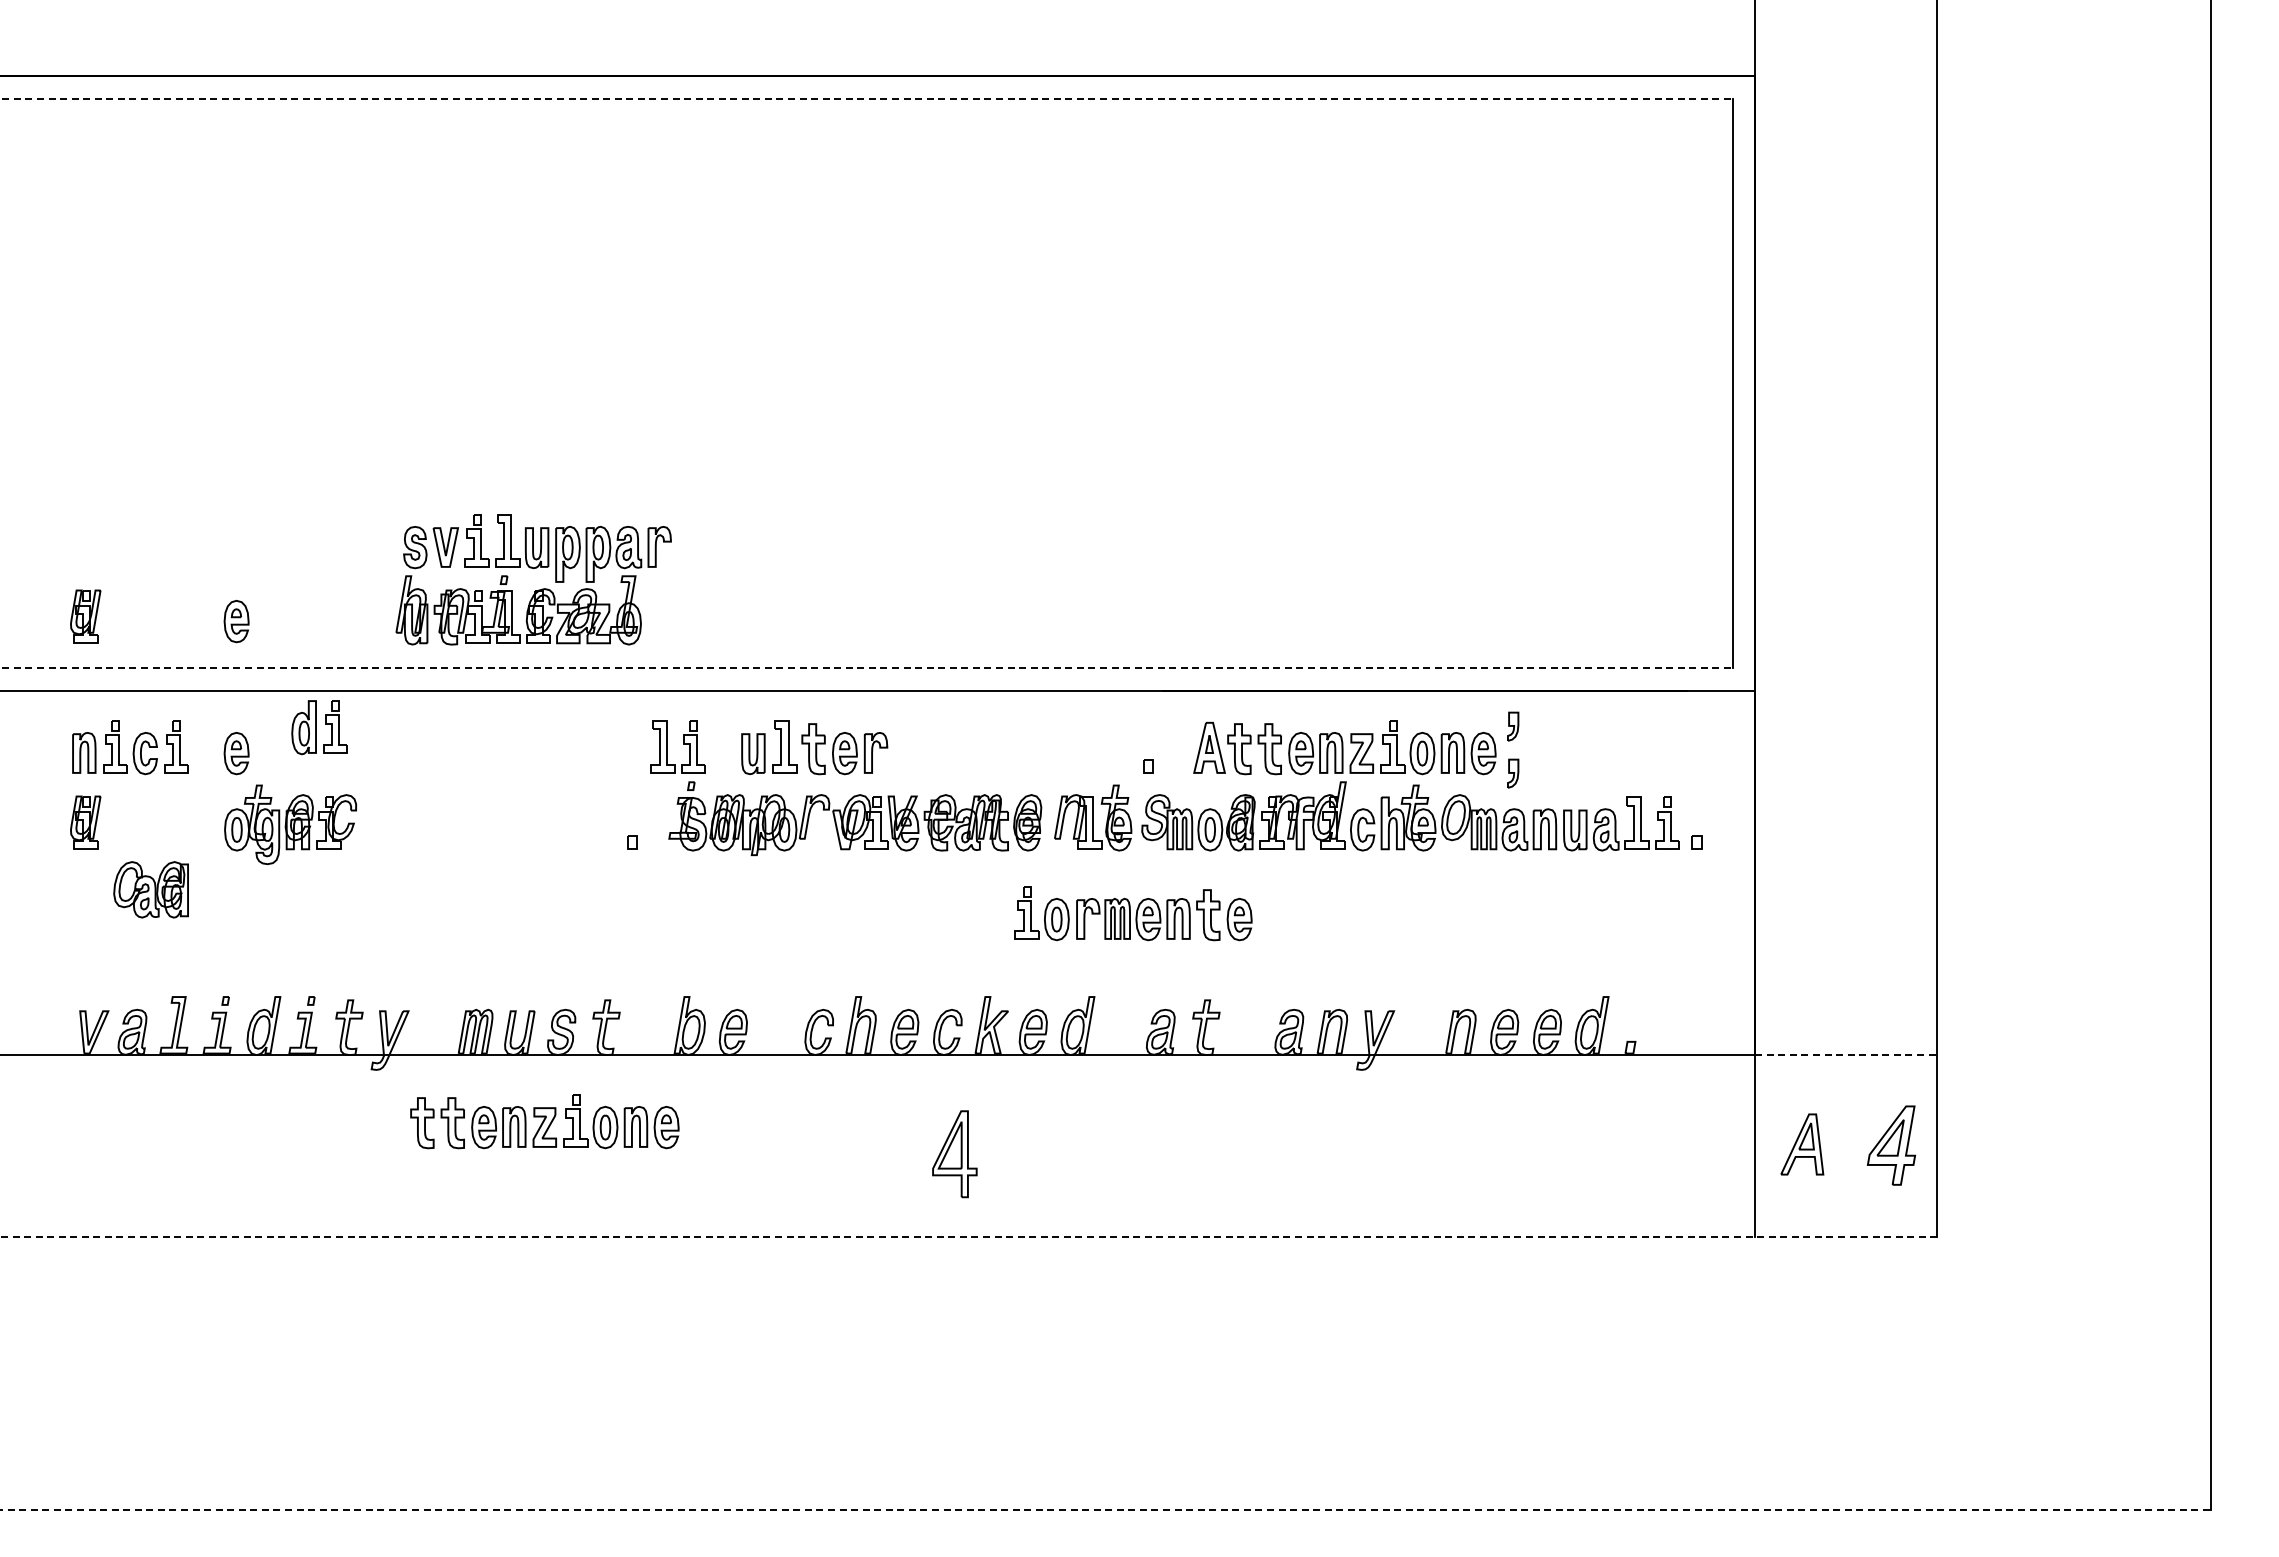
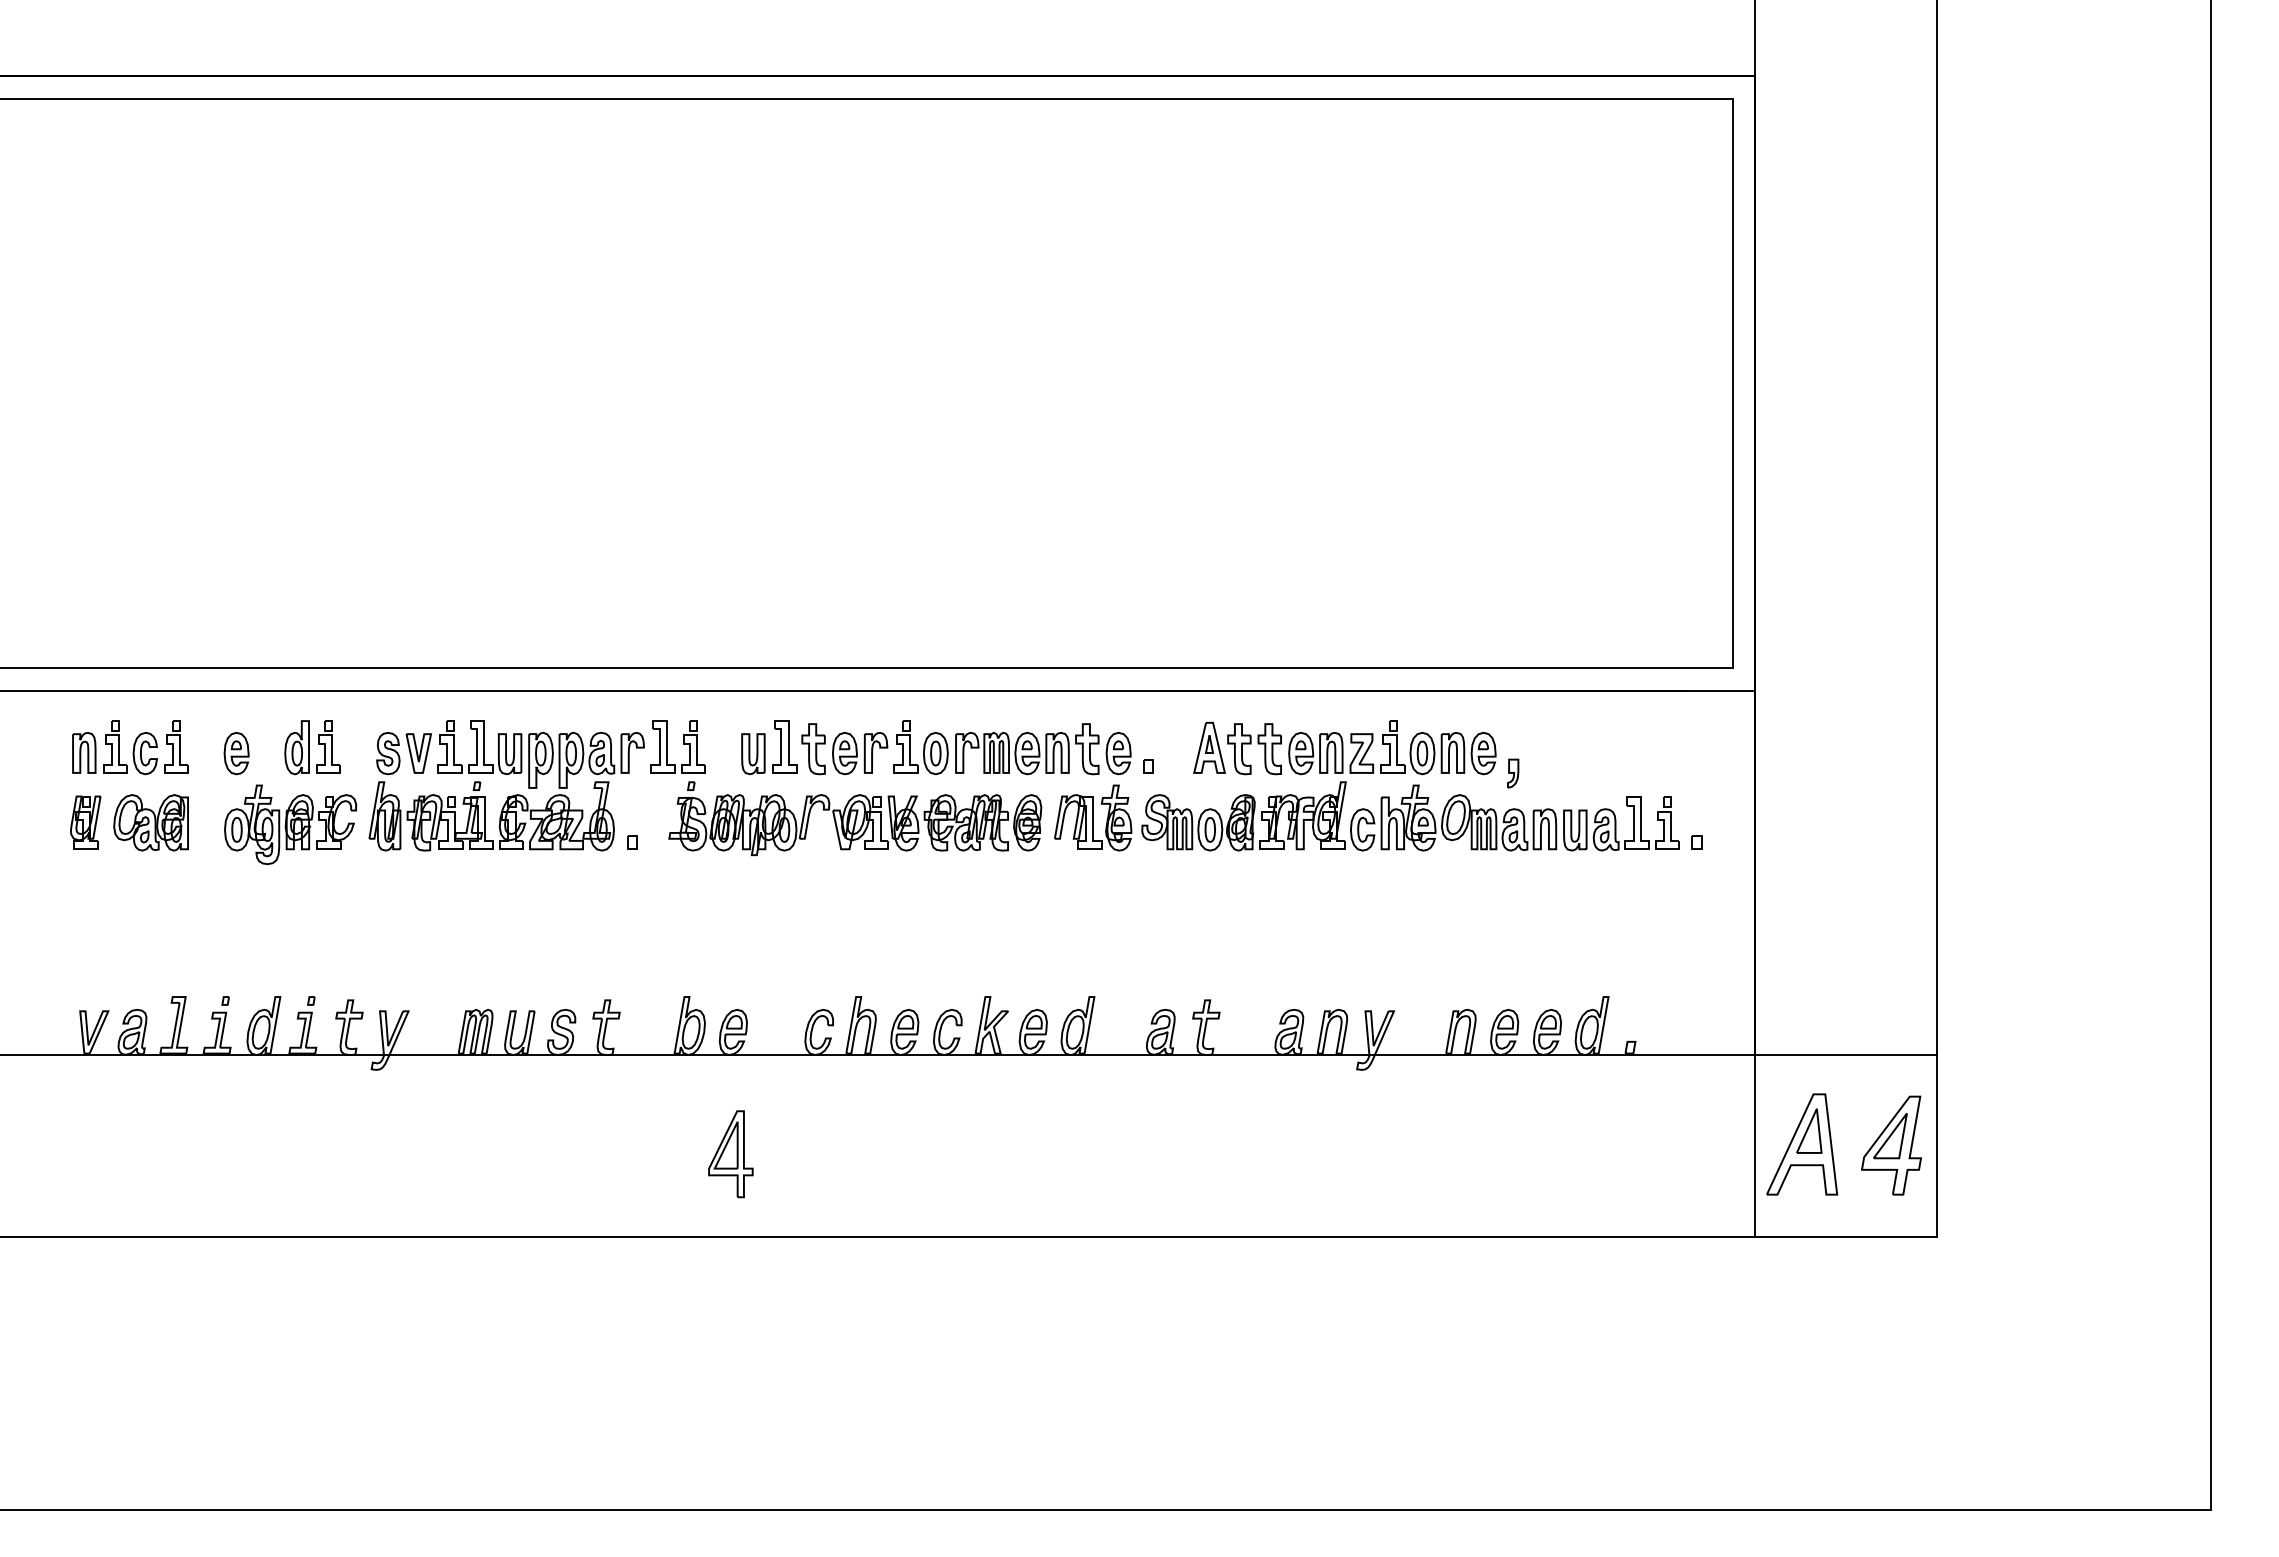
line at (866, 98): dashed -> solid
part at (533, 569) position: (533, 569) -> (506, 775)
part at (85, 616): present -> none
part at (236, 621): present -> none
line at (866, 667): dashed -> solid
part at (1513, 726): present -> none
part at (319, 727) position: (319, 727) -> (312, 747)
part at (150, 889) position: (150, 889) -> (150, 822)
part at (1133, 913) position: (1133, 913) -> (1012, 747)
line at (1846, 1054): dashed -> solid
part at (544, 1121): present -> none
part at (1802, 1144) size: 45x63 px -> 73x103 px
part at (1891, 1145) size: 51x81 px -> 61x101 px
part at (954, 1154) position: (954, 1154) -> (730, 1154)
line at (968, 1237): dashed -> solid
line at (1105, 1510): dashed -> solid
